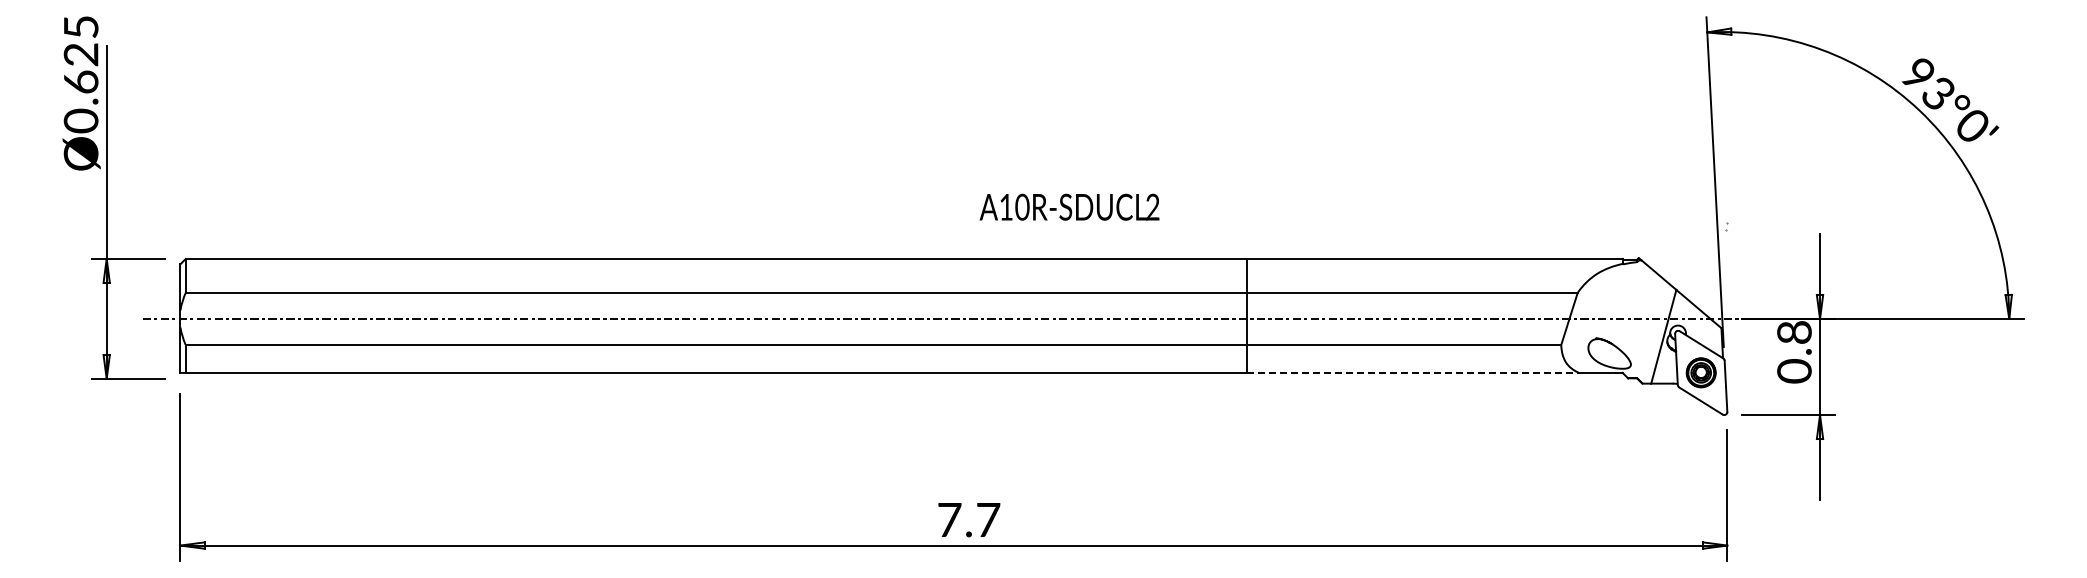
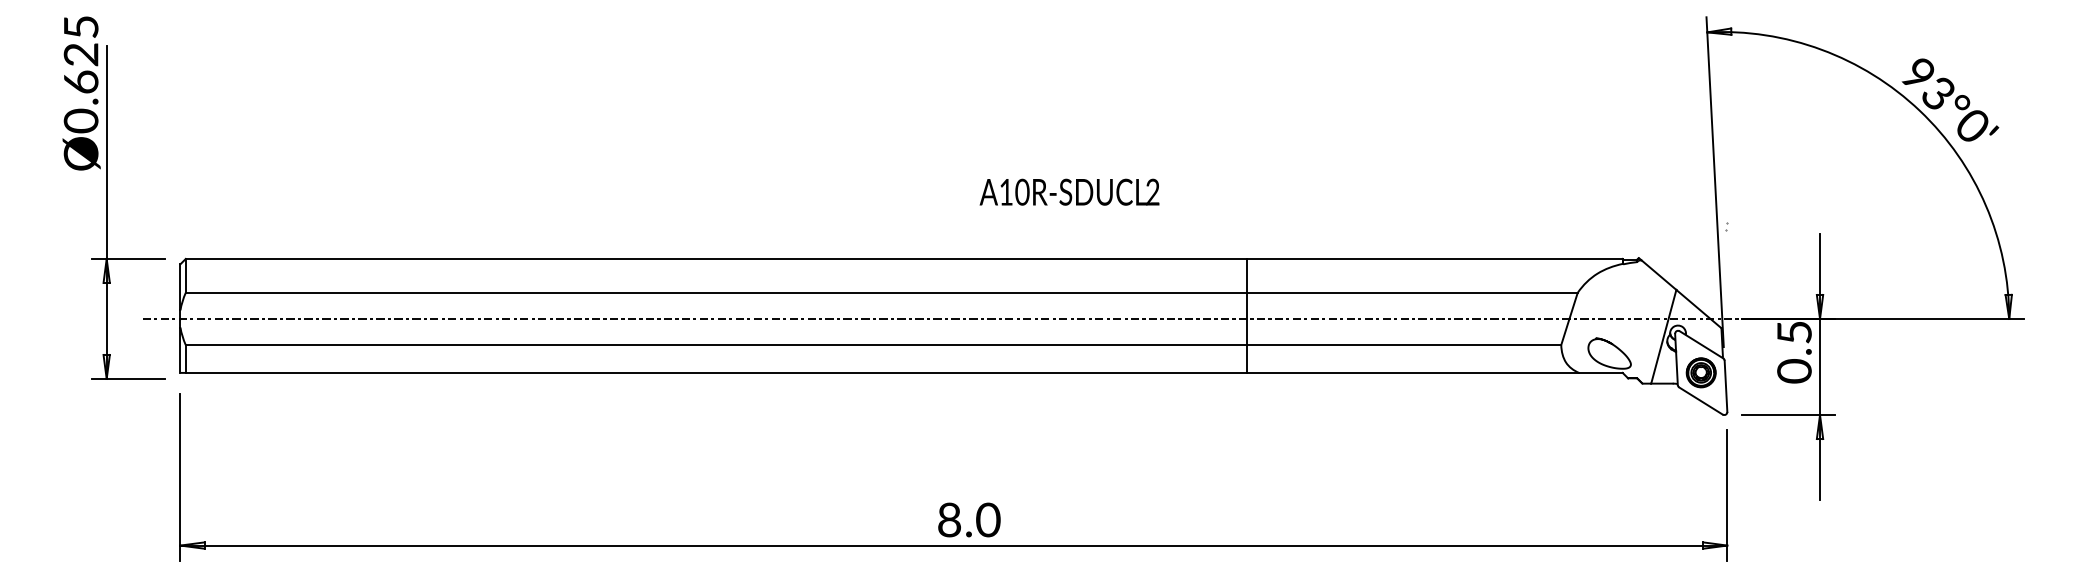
text at (1069, 206) position: (1069, 206) -> (1069, 191)
text at (1794, 332): 0.8 -> 0.5
line at (1413, 372): dashed -> solid
text at (969, 519): 7.7 -> 8.0
